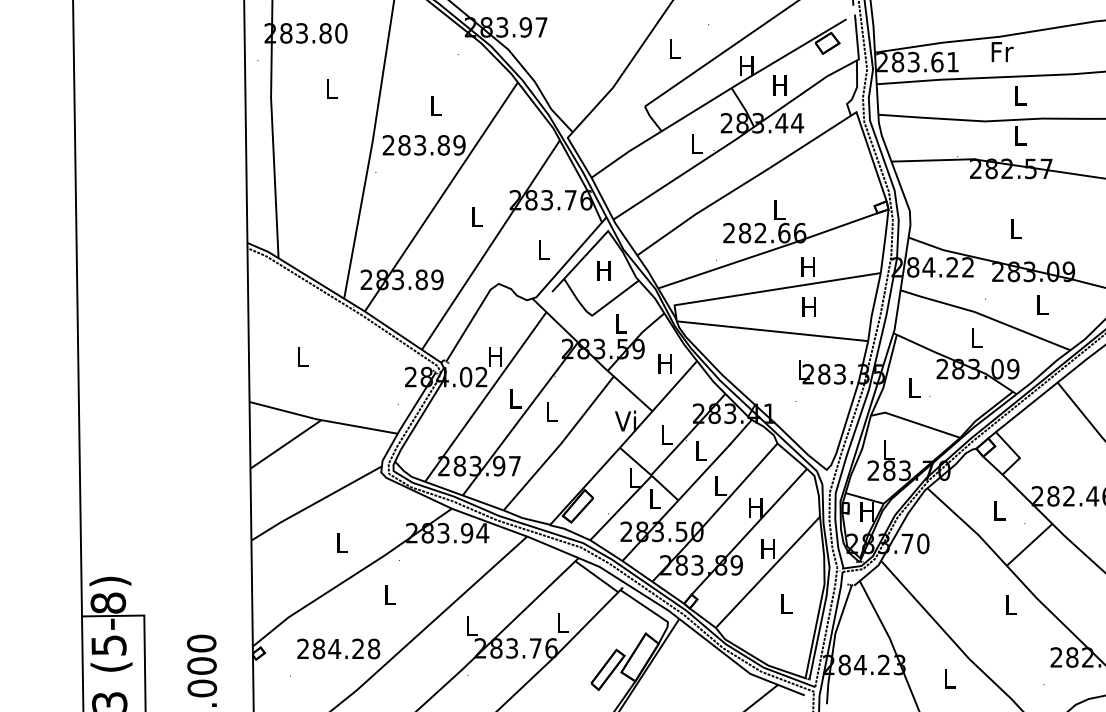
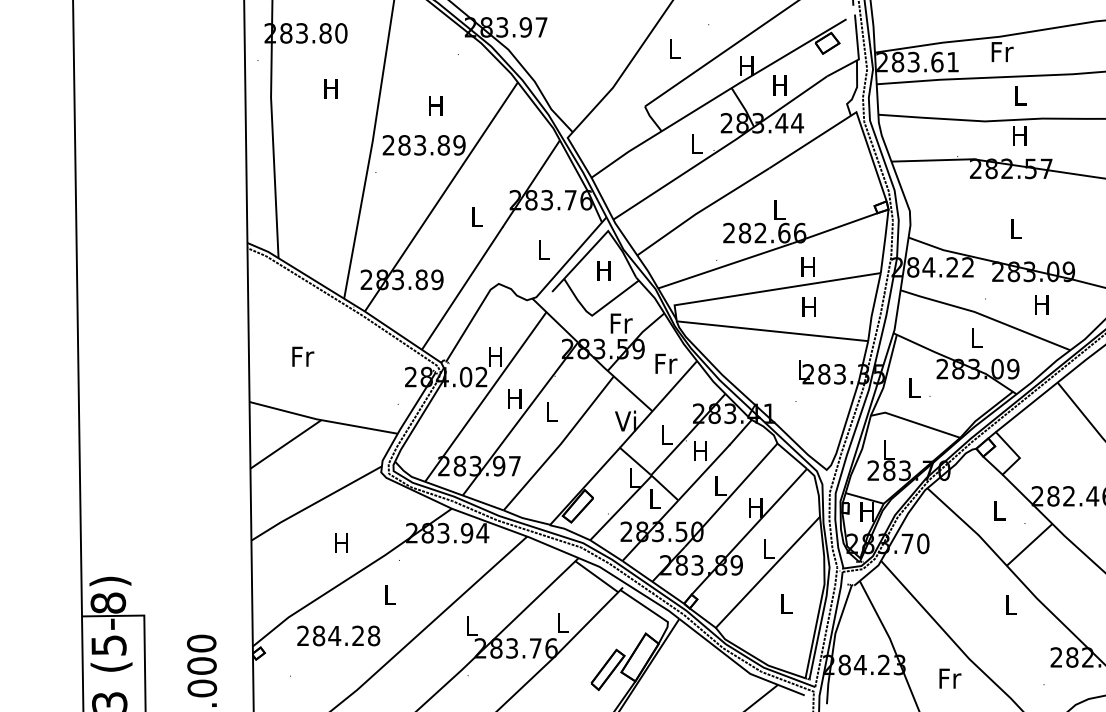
text at (330, 88): L -> H
text at (435, 105): L -> H
text at (1019, 135): L -> H
text at (1041, 304): L -> H
text at (621, 323): L -> Fr
text at (303, 356): L -> Fr
text at (666, 363): H -> Fr
text at (514, 398): L -> H
text at (700, 450): L -> H
text at (341, 542): L -> H
text at (767, 548): H -> L
text at (338, 648) position: (338, 648) -> (338, 635)
text at (950, 678): L -> Fr
